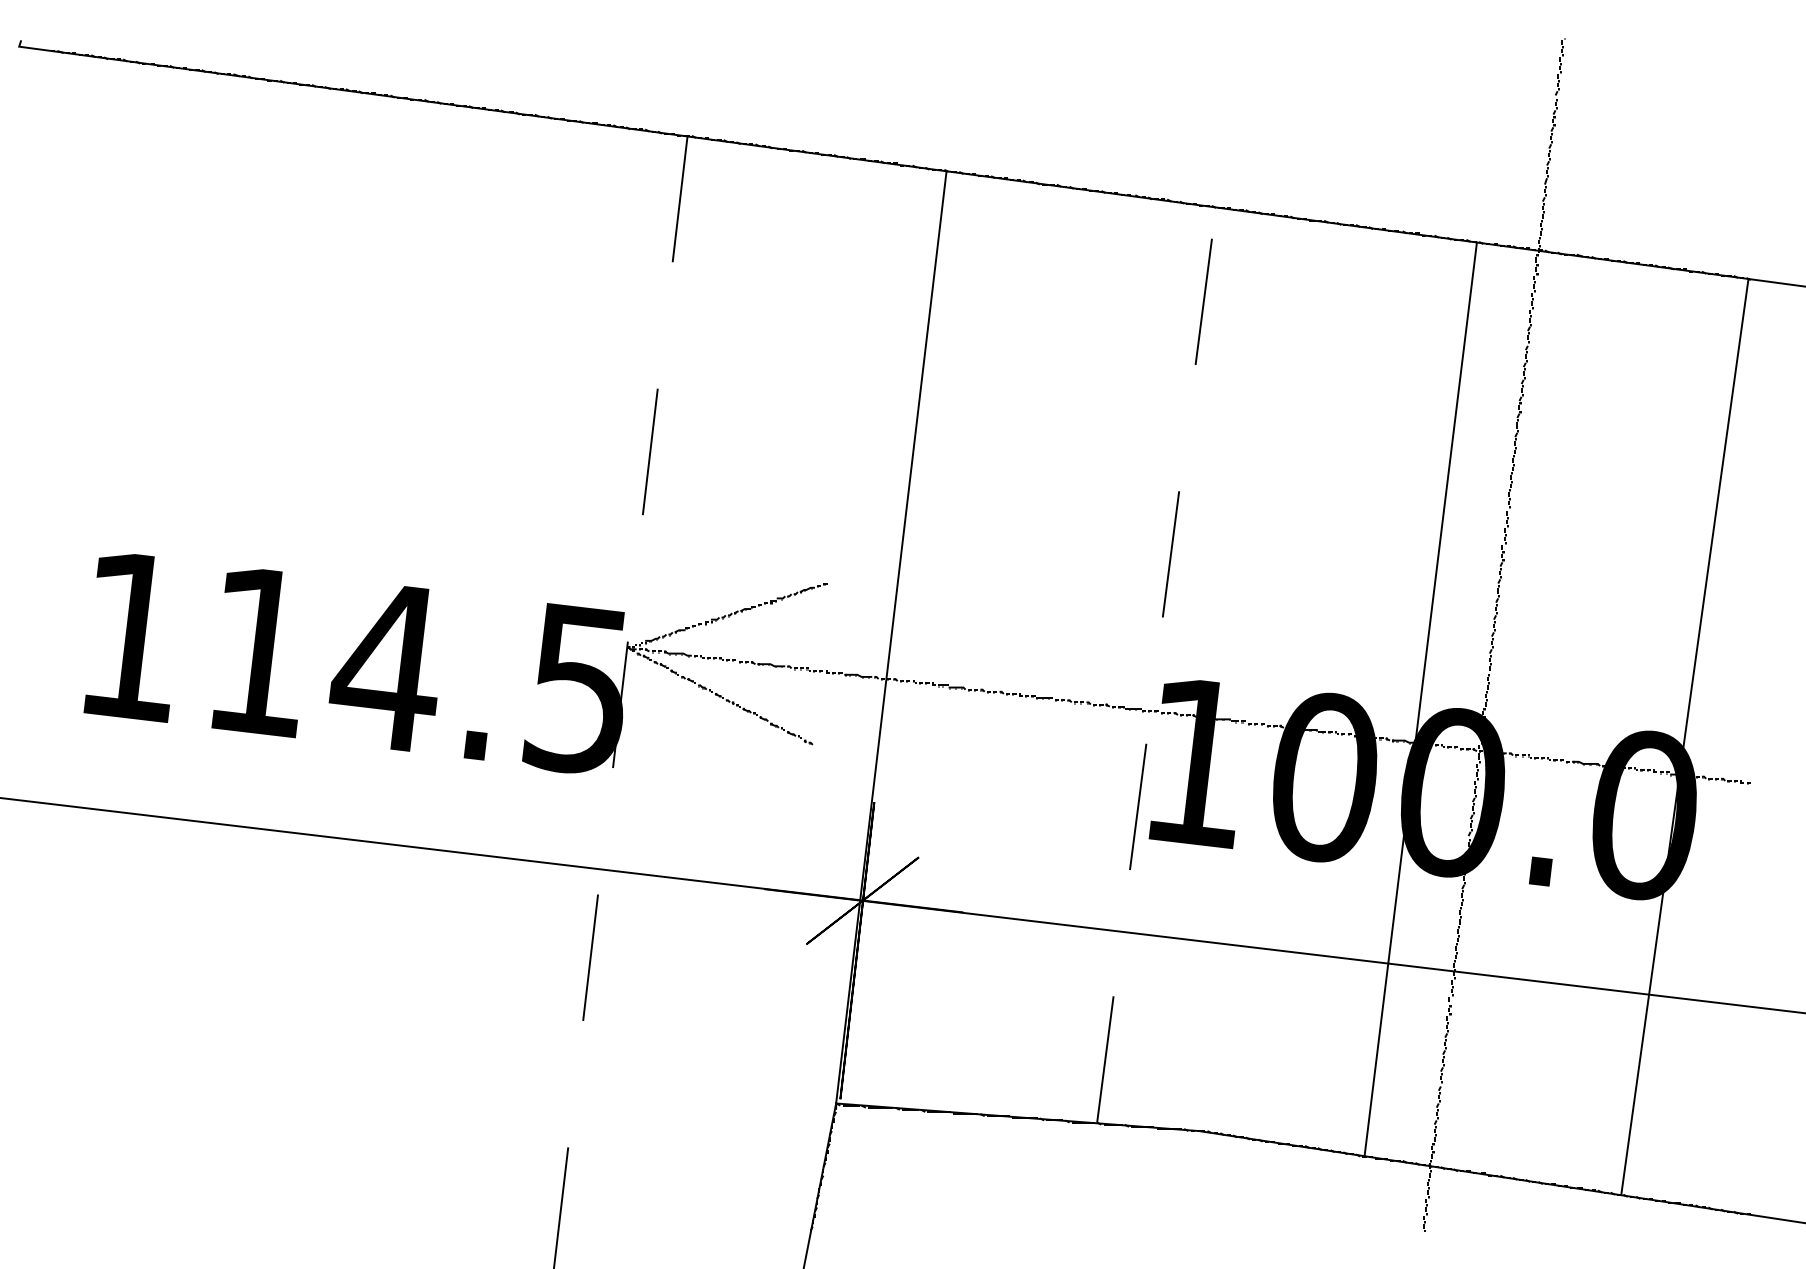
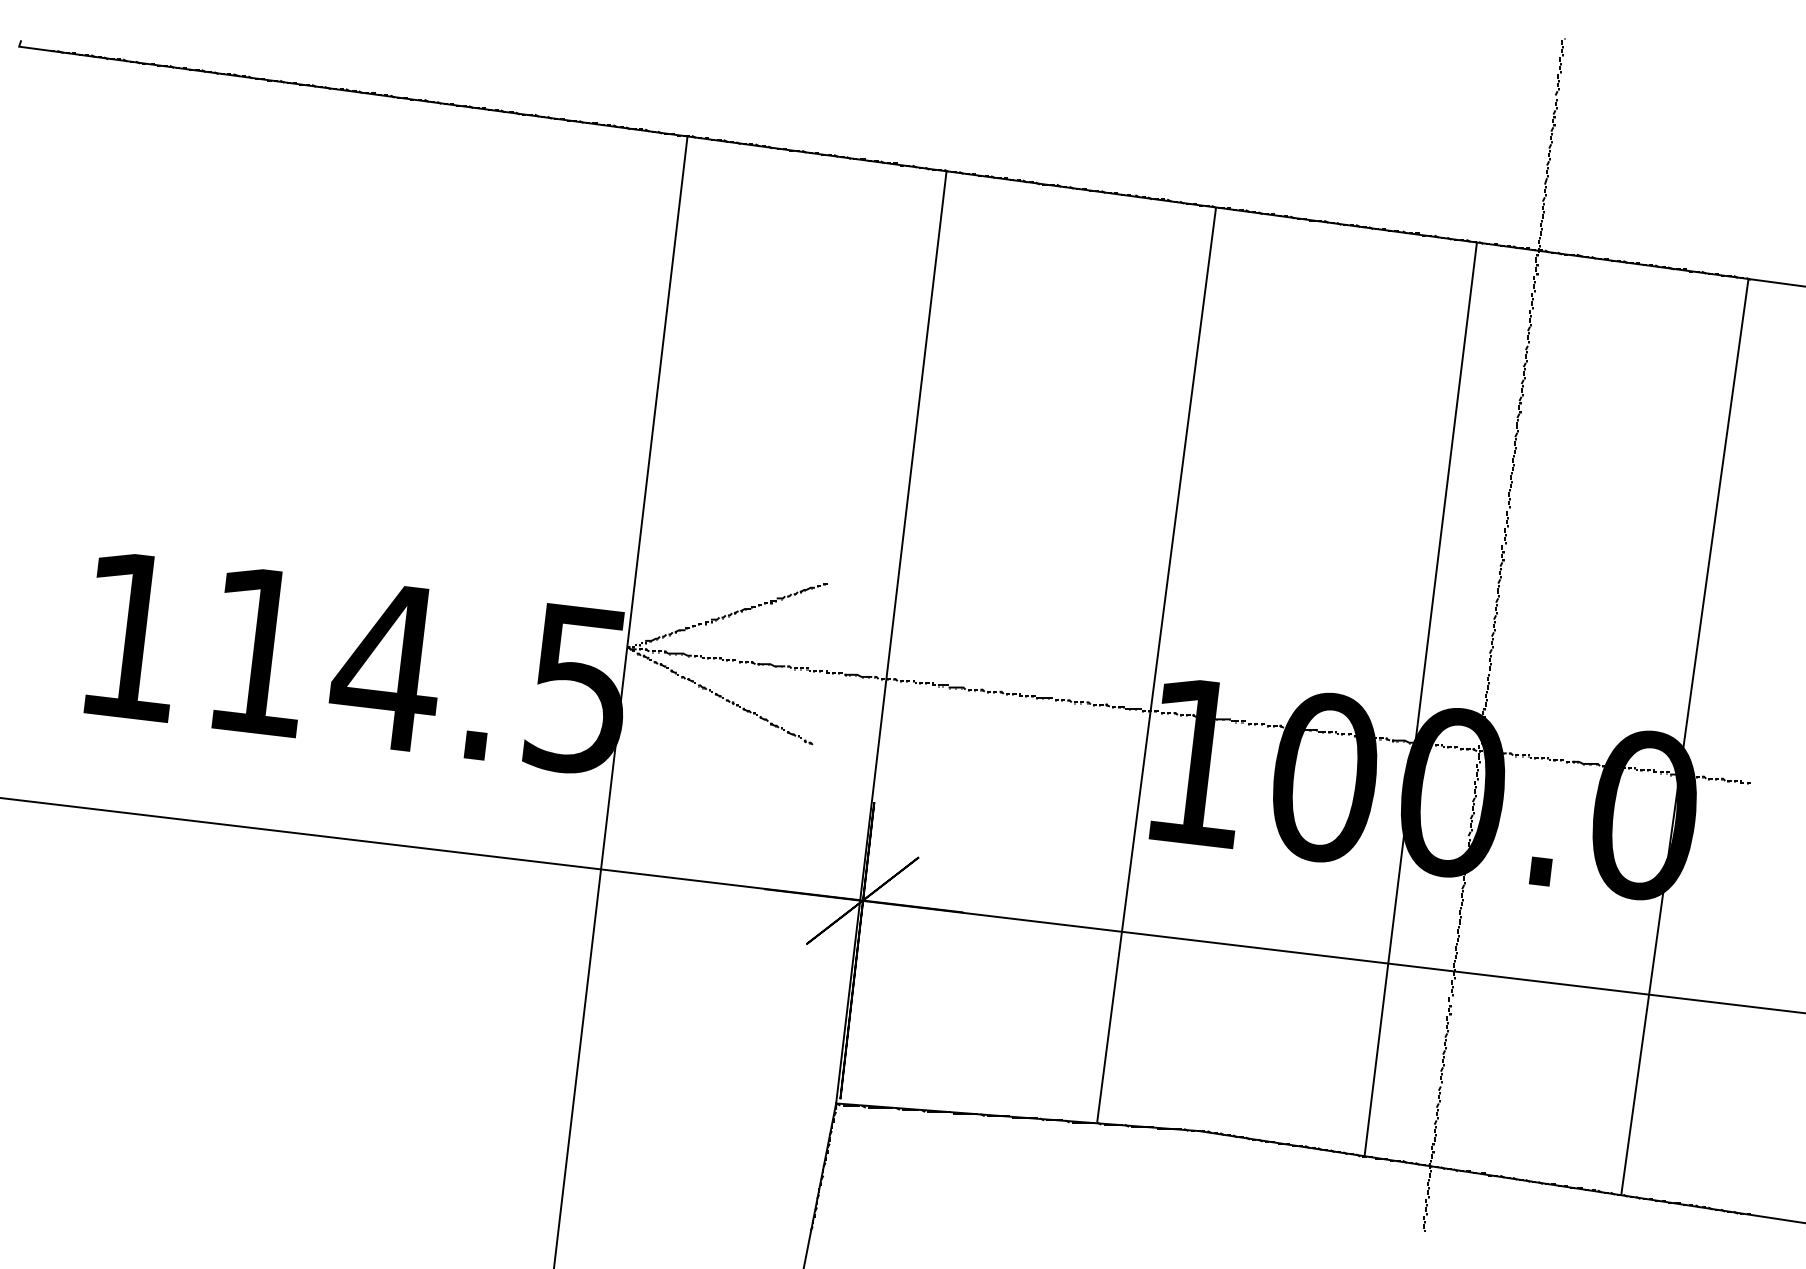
line at (1156, 664): dashed -> solid
line at (620, 702): dashed -> solid
